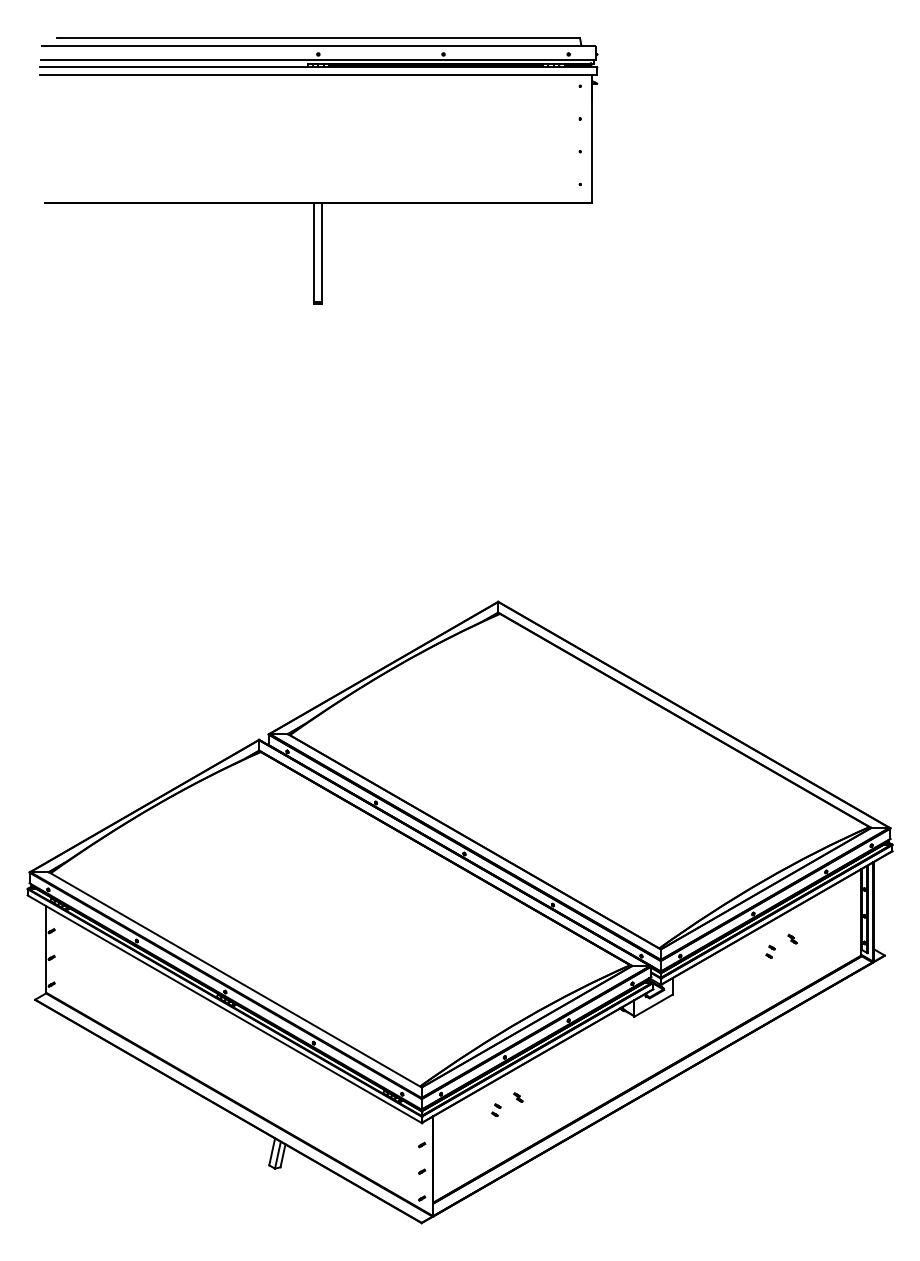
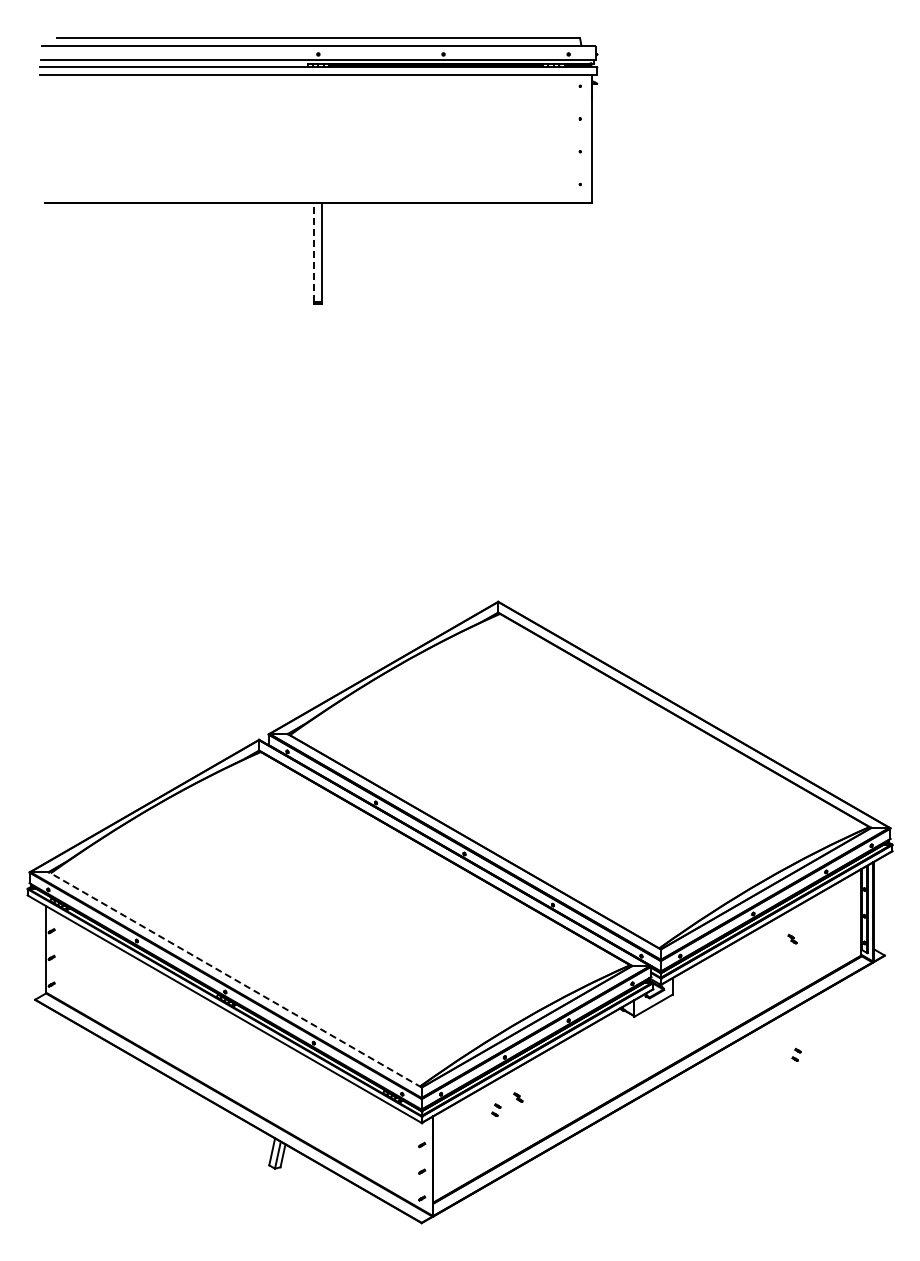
line at (314, 251): solid -> dashed
part at (770, 951) position: (770, 951) -> (796, 1054)
line at (234, 979): solid -> dashed
